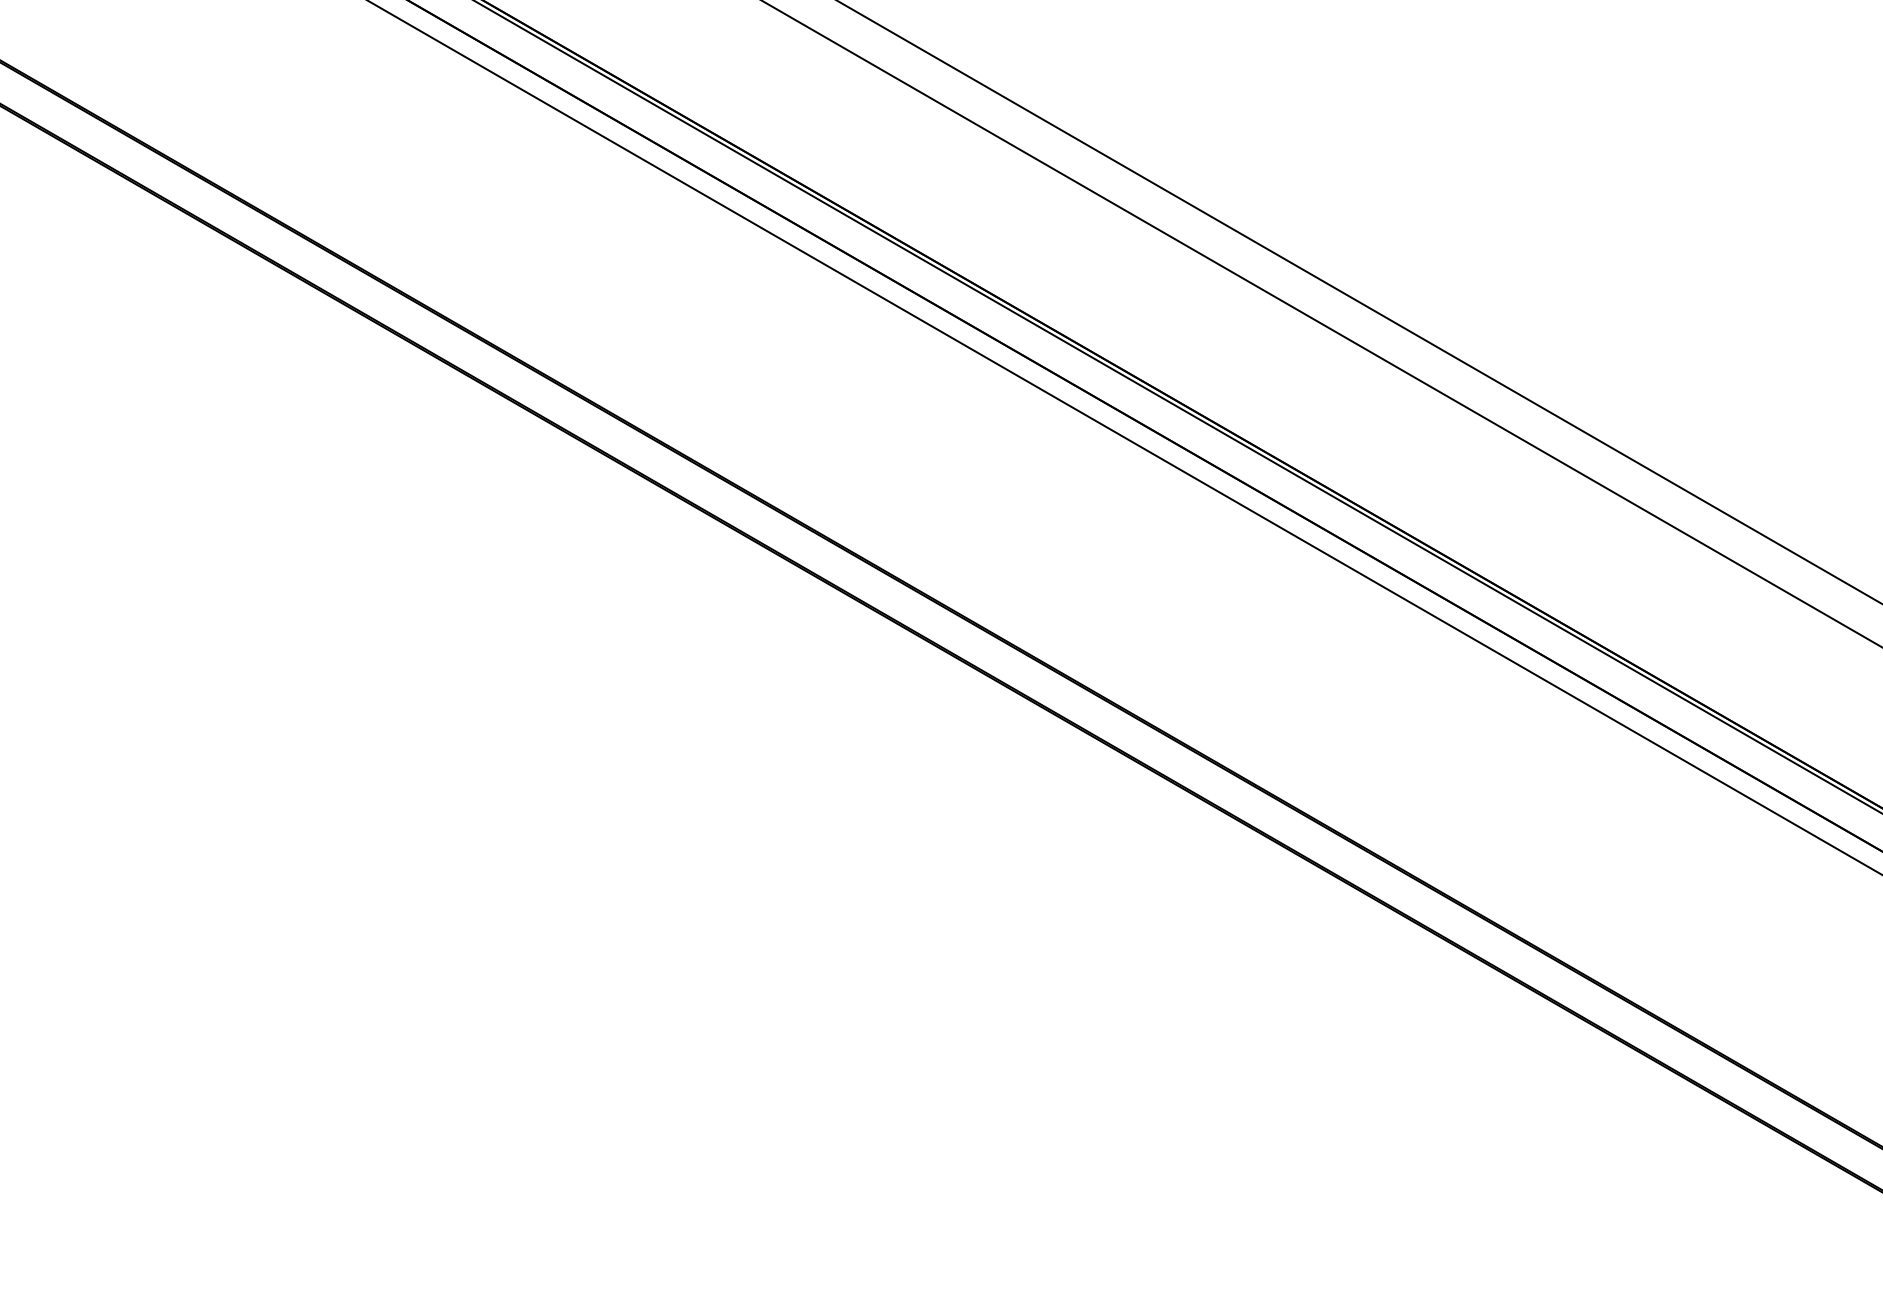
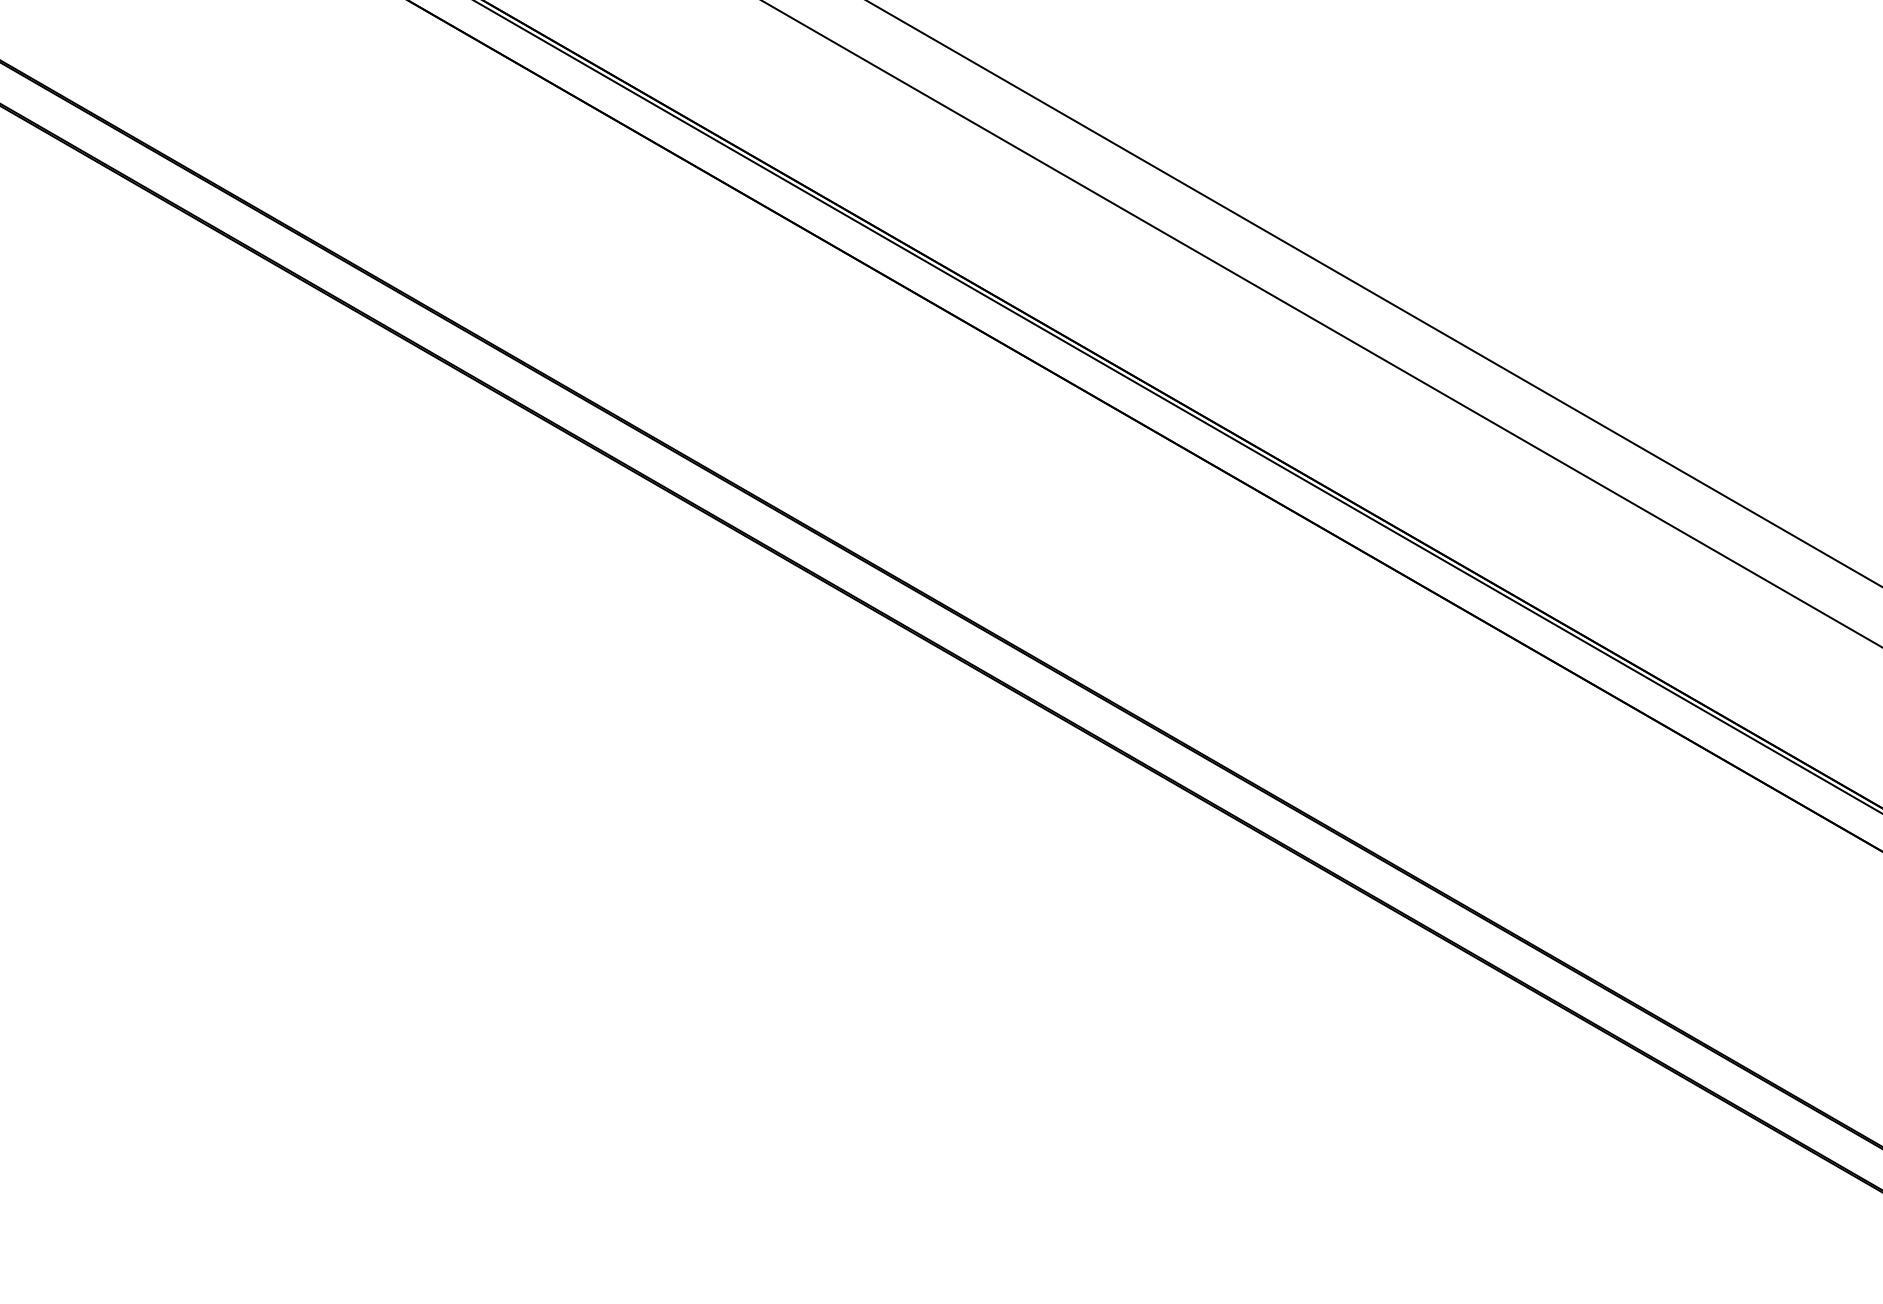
line at (1359, 302) position: (1359, 302) -> (1374, 293)
line at (1124, 437): present -> none
